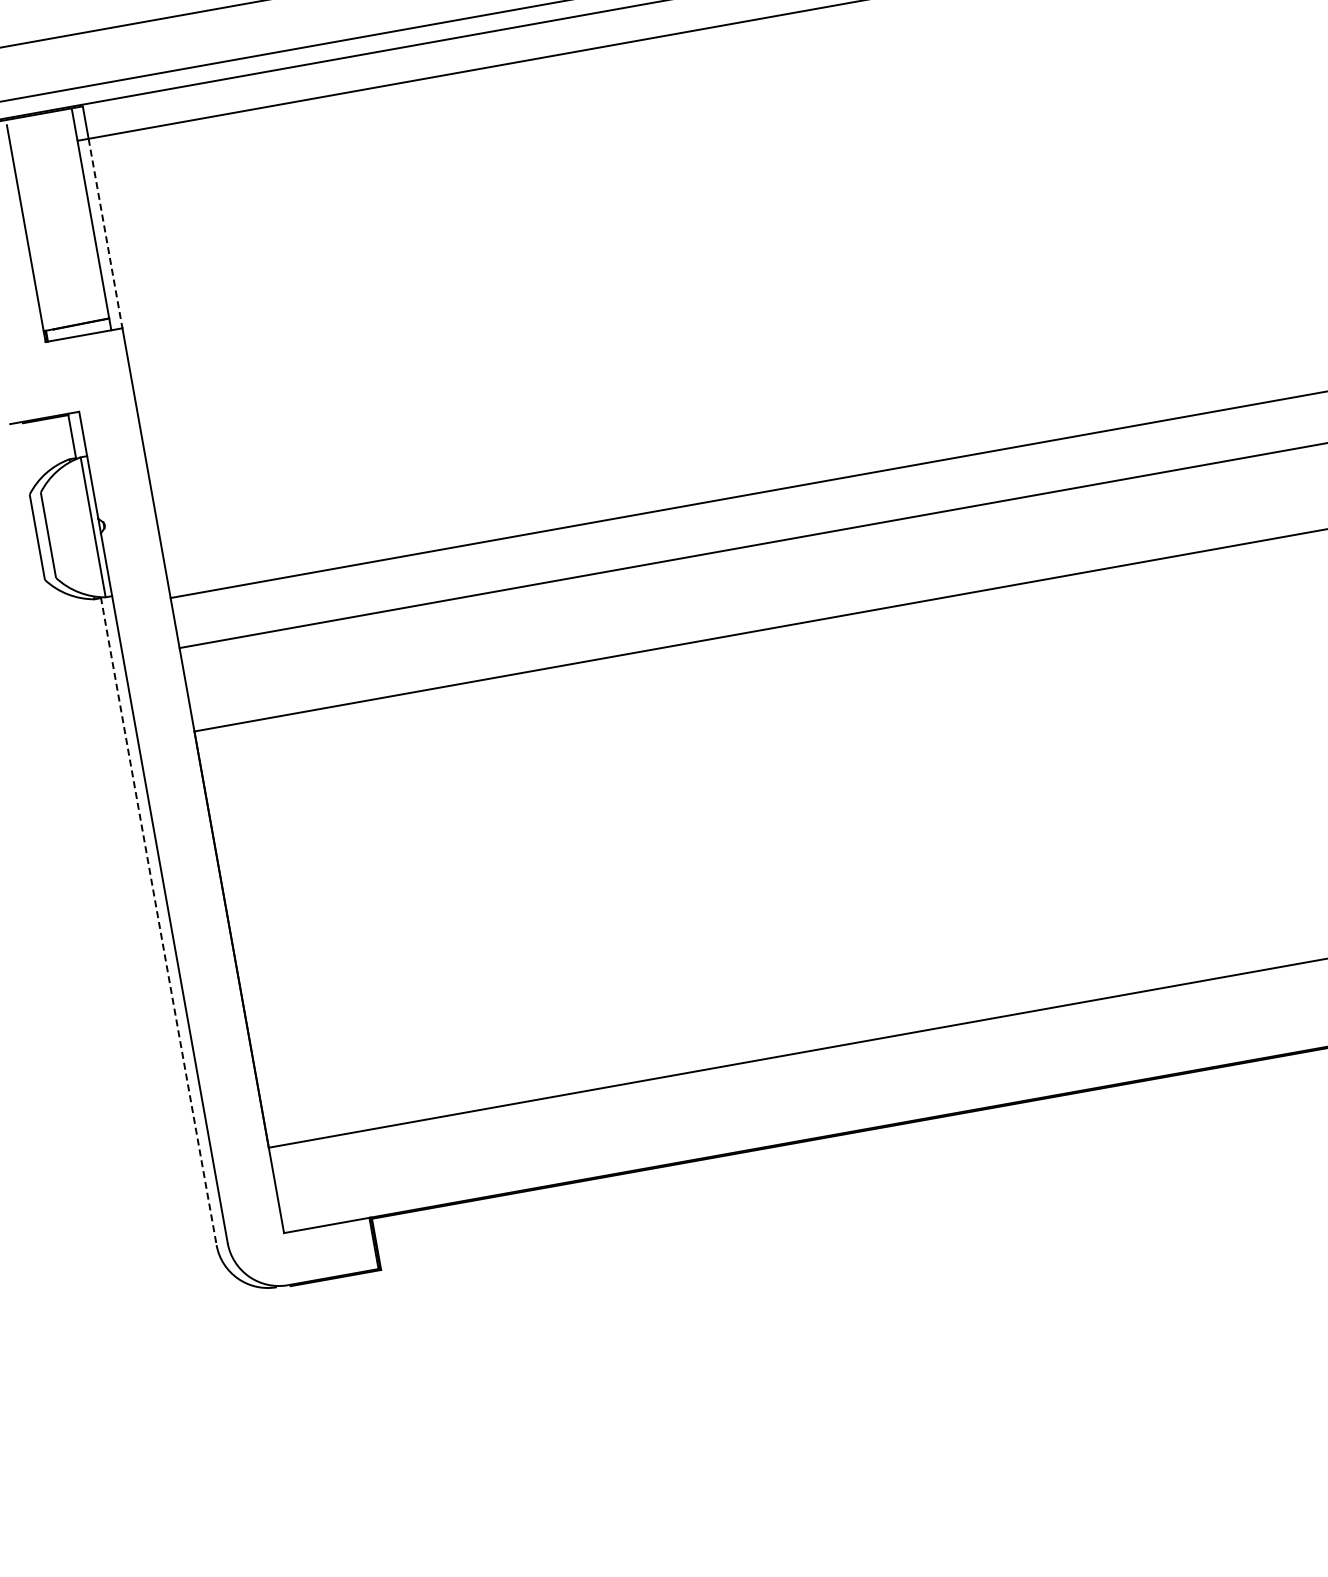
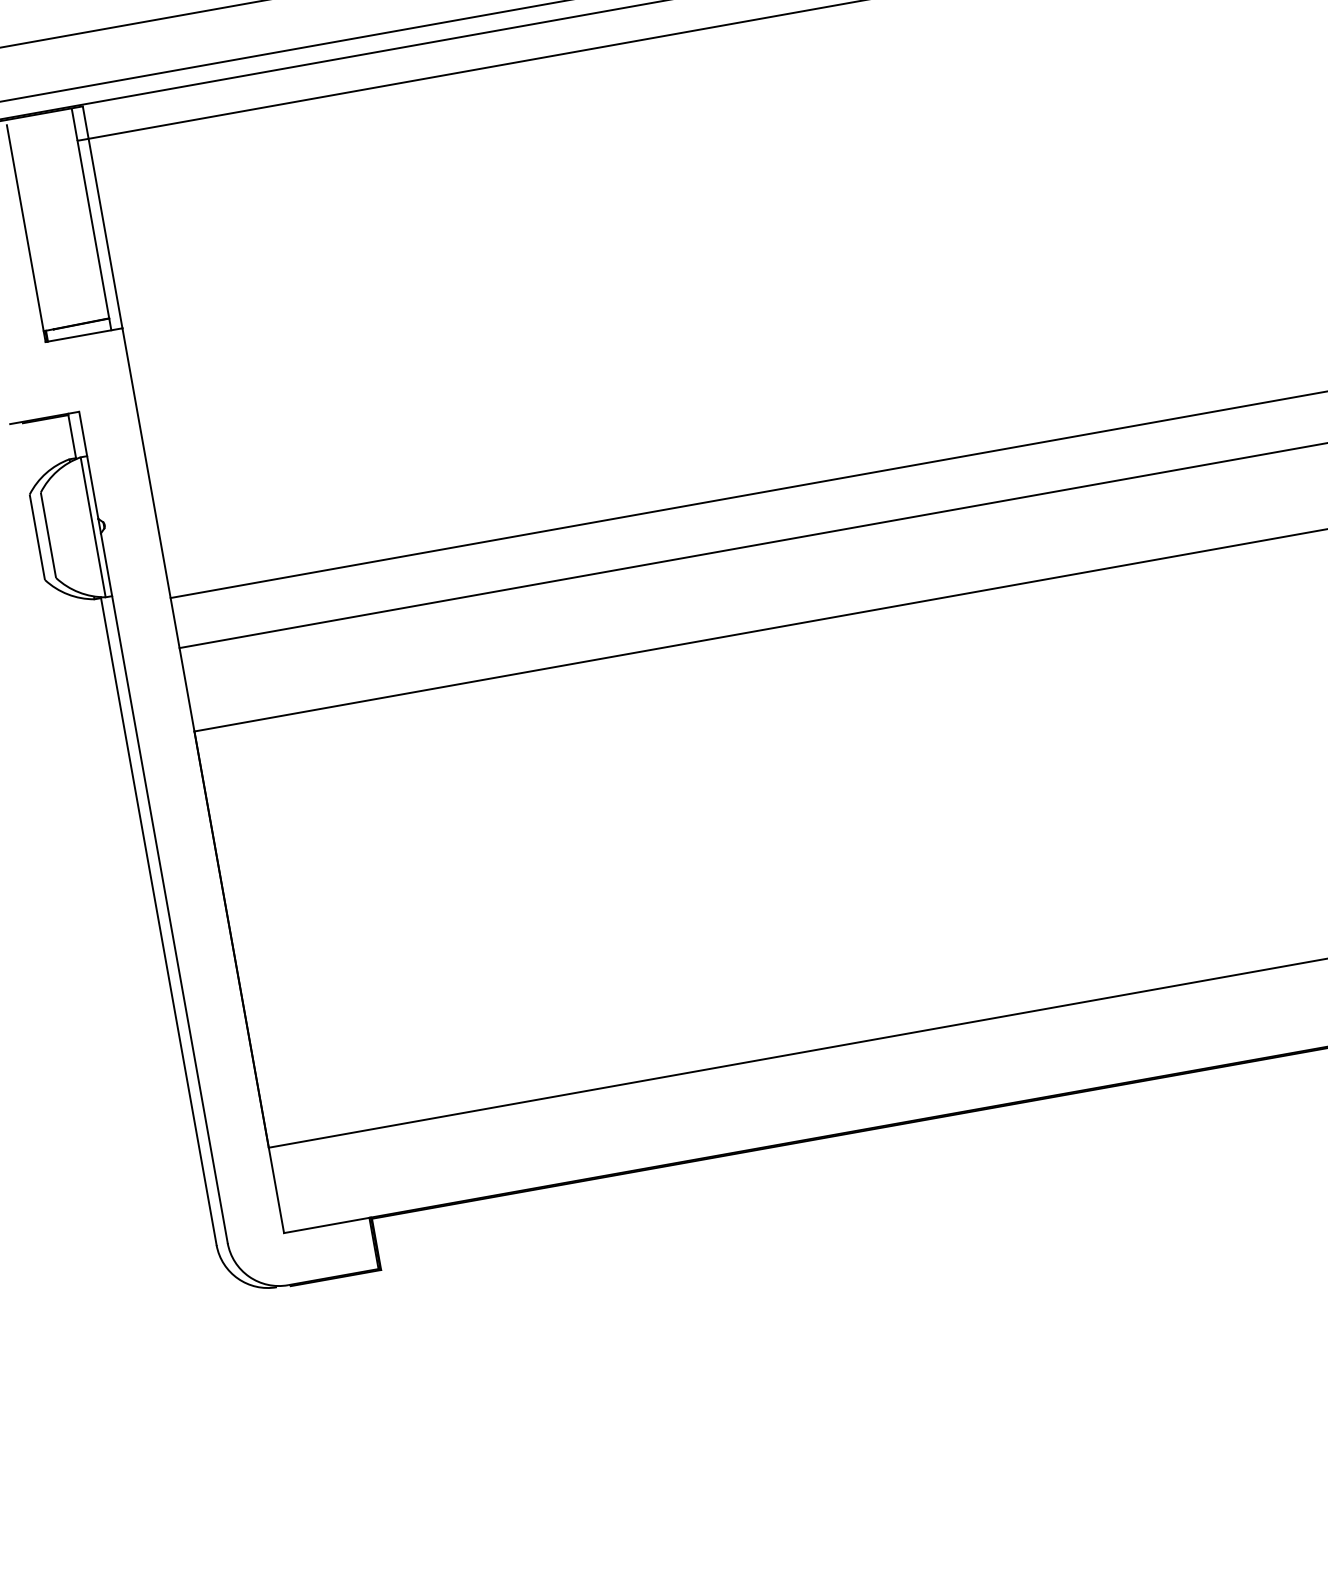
line at (105, 234): dashed -> solid
line at (158, 921): dashed -> solid
